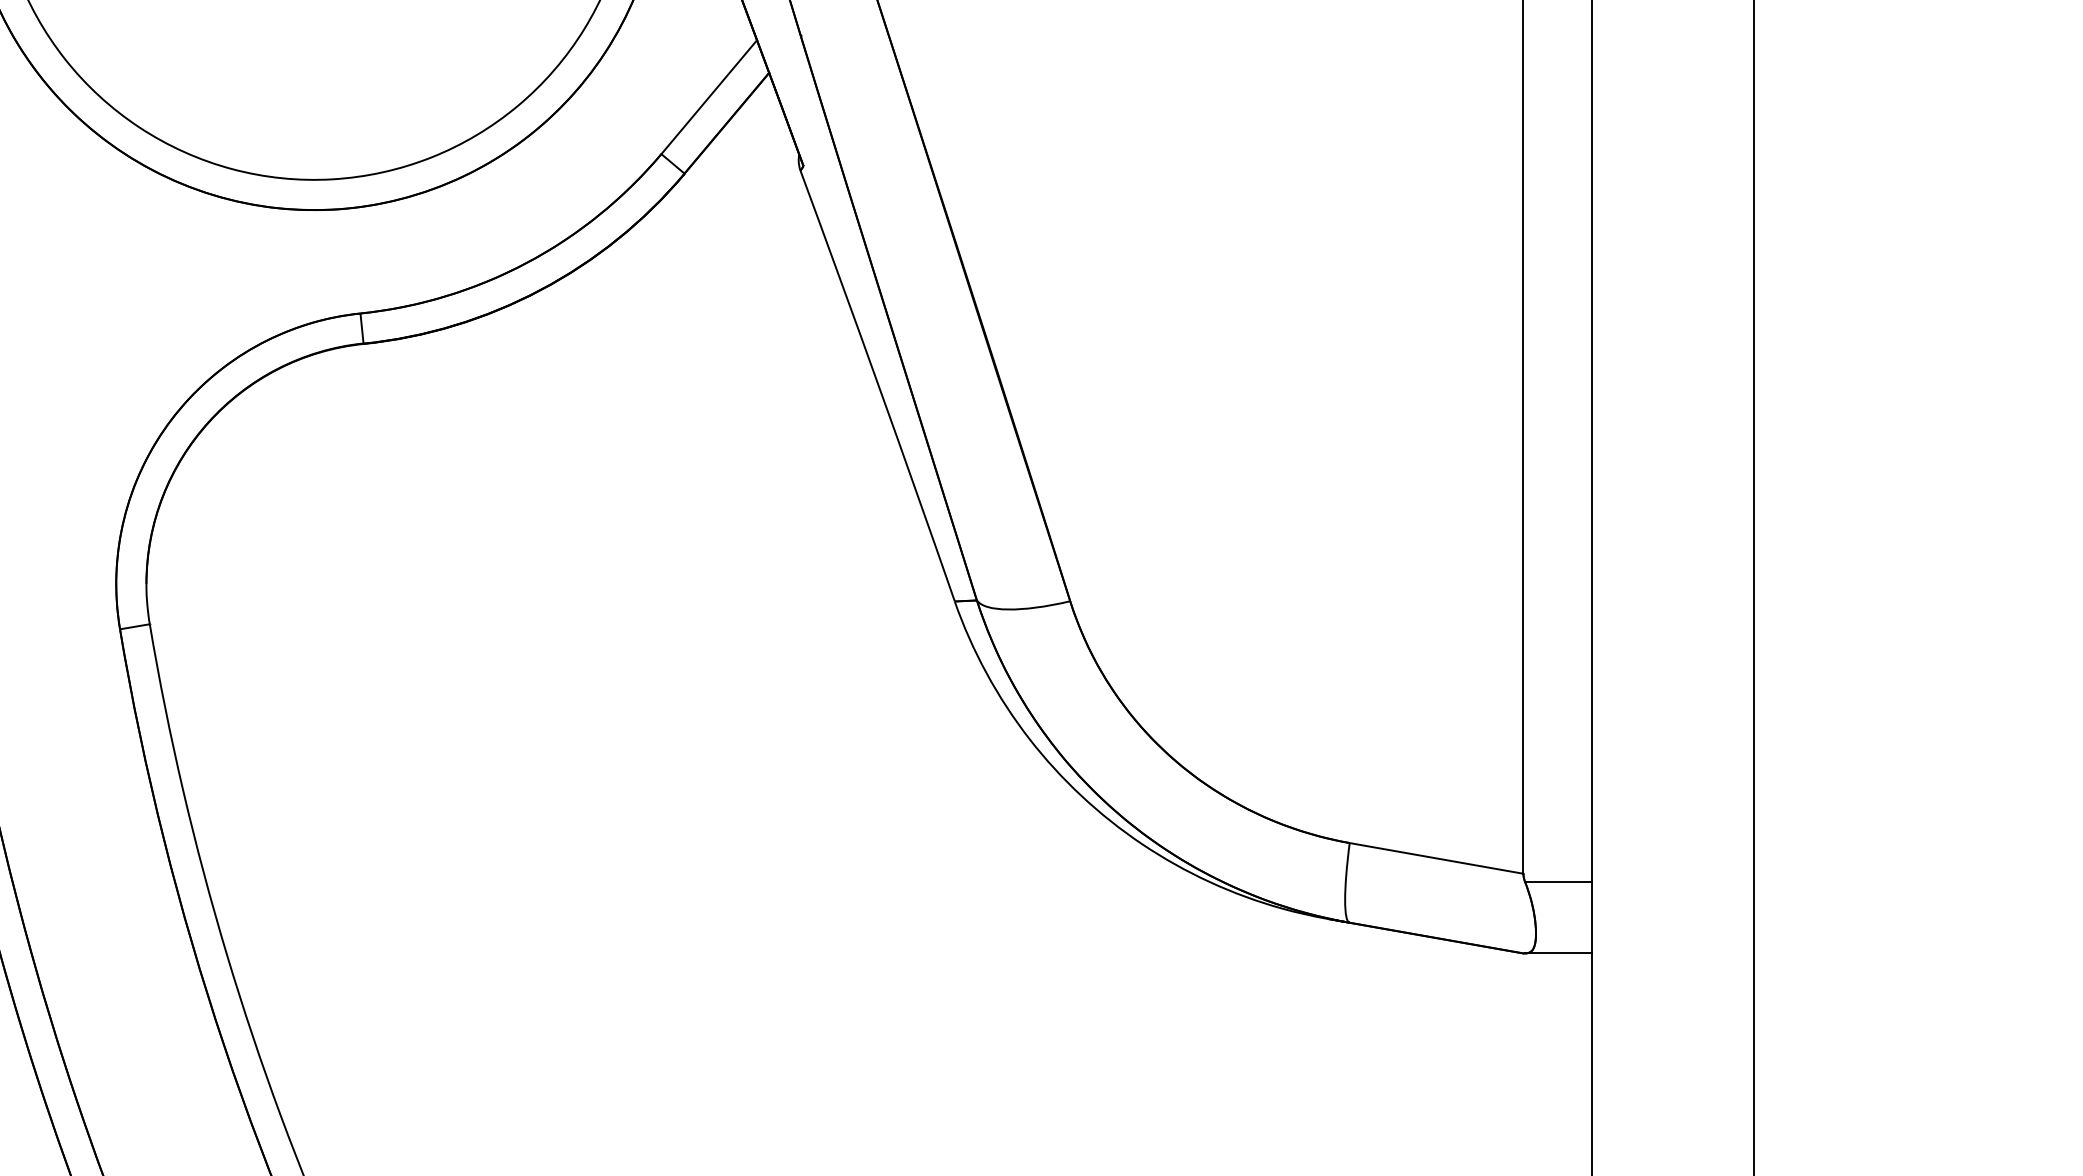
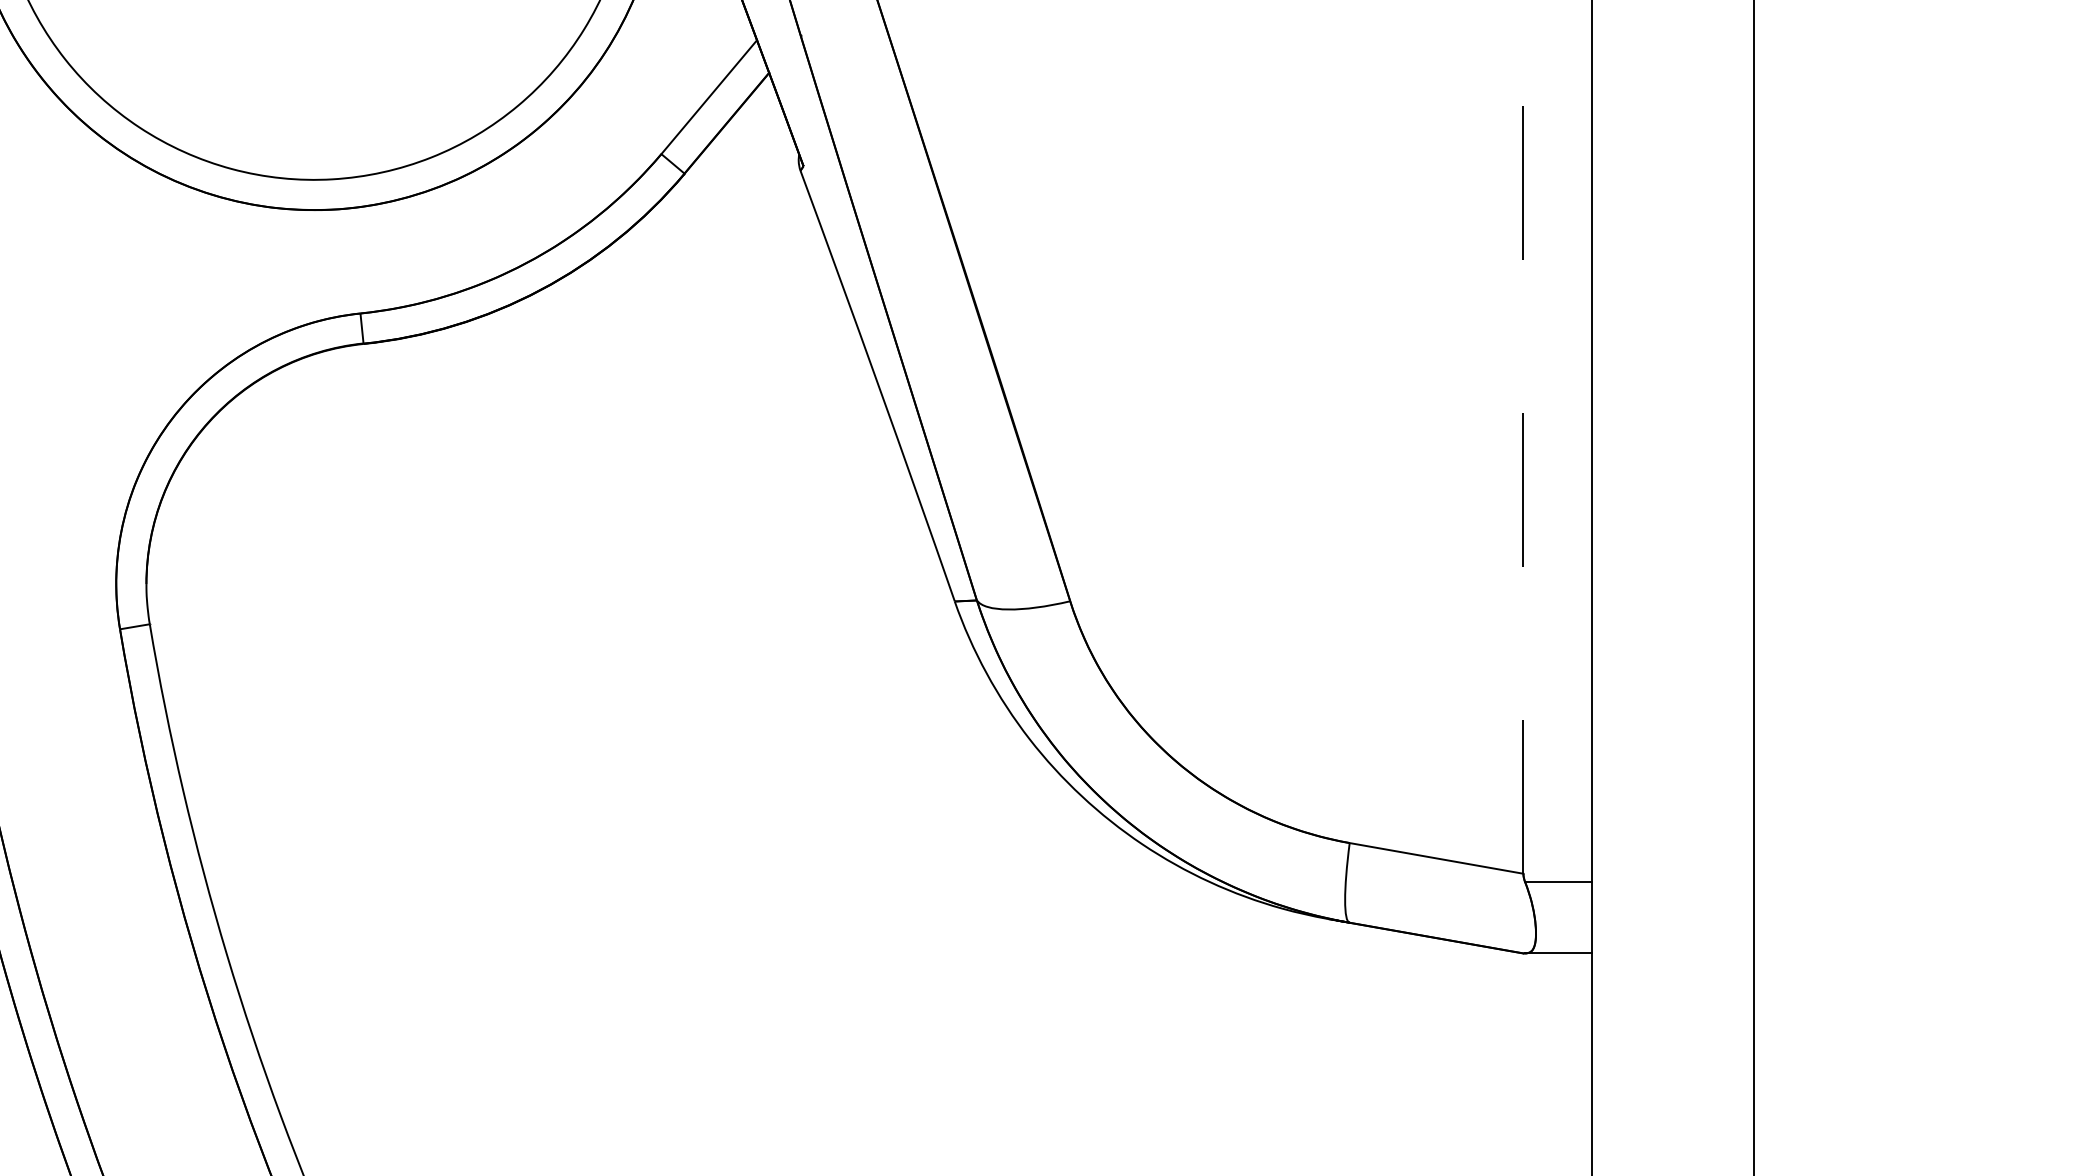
line at (1523, 436): solid -> dashed
